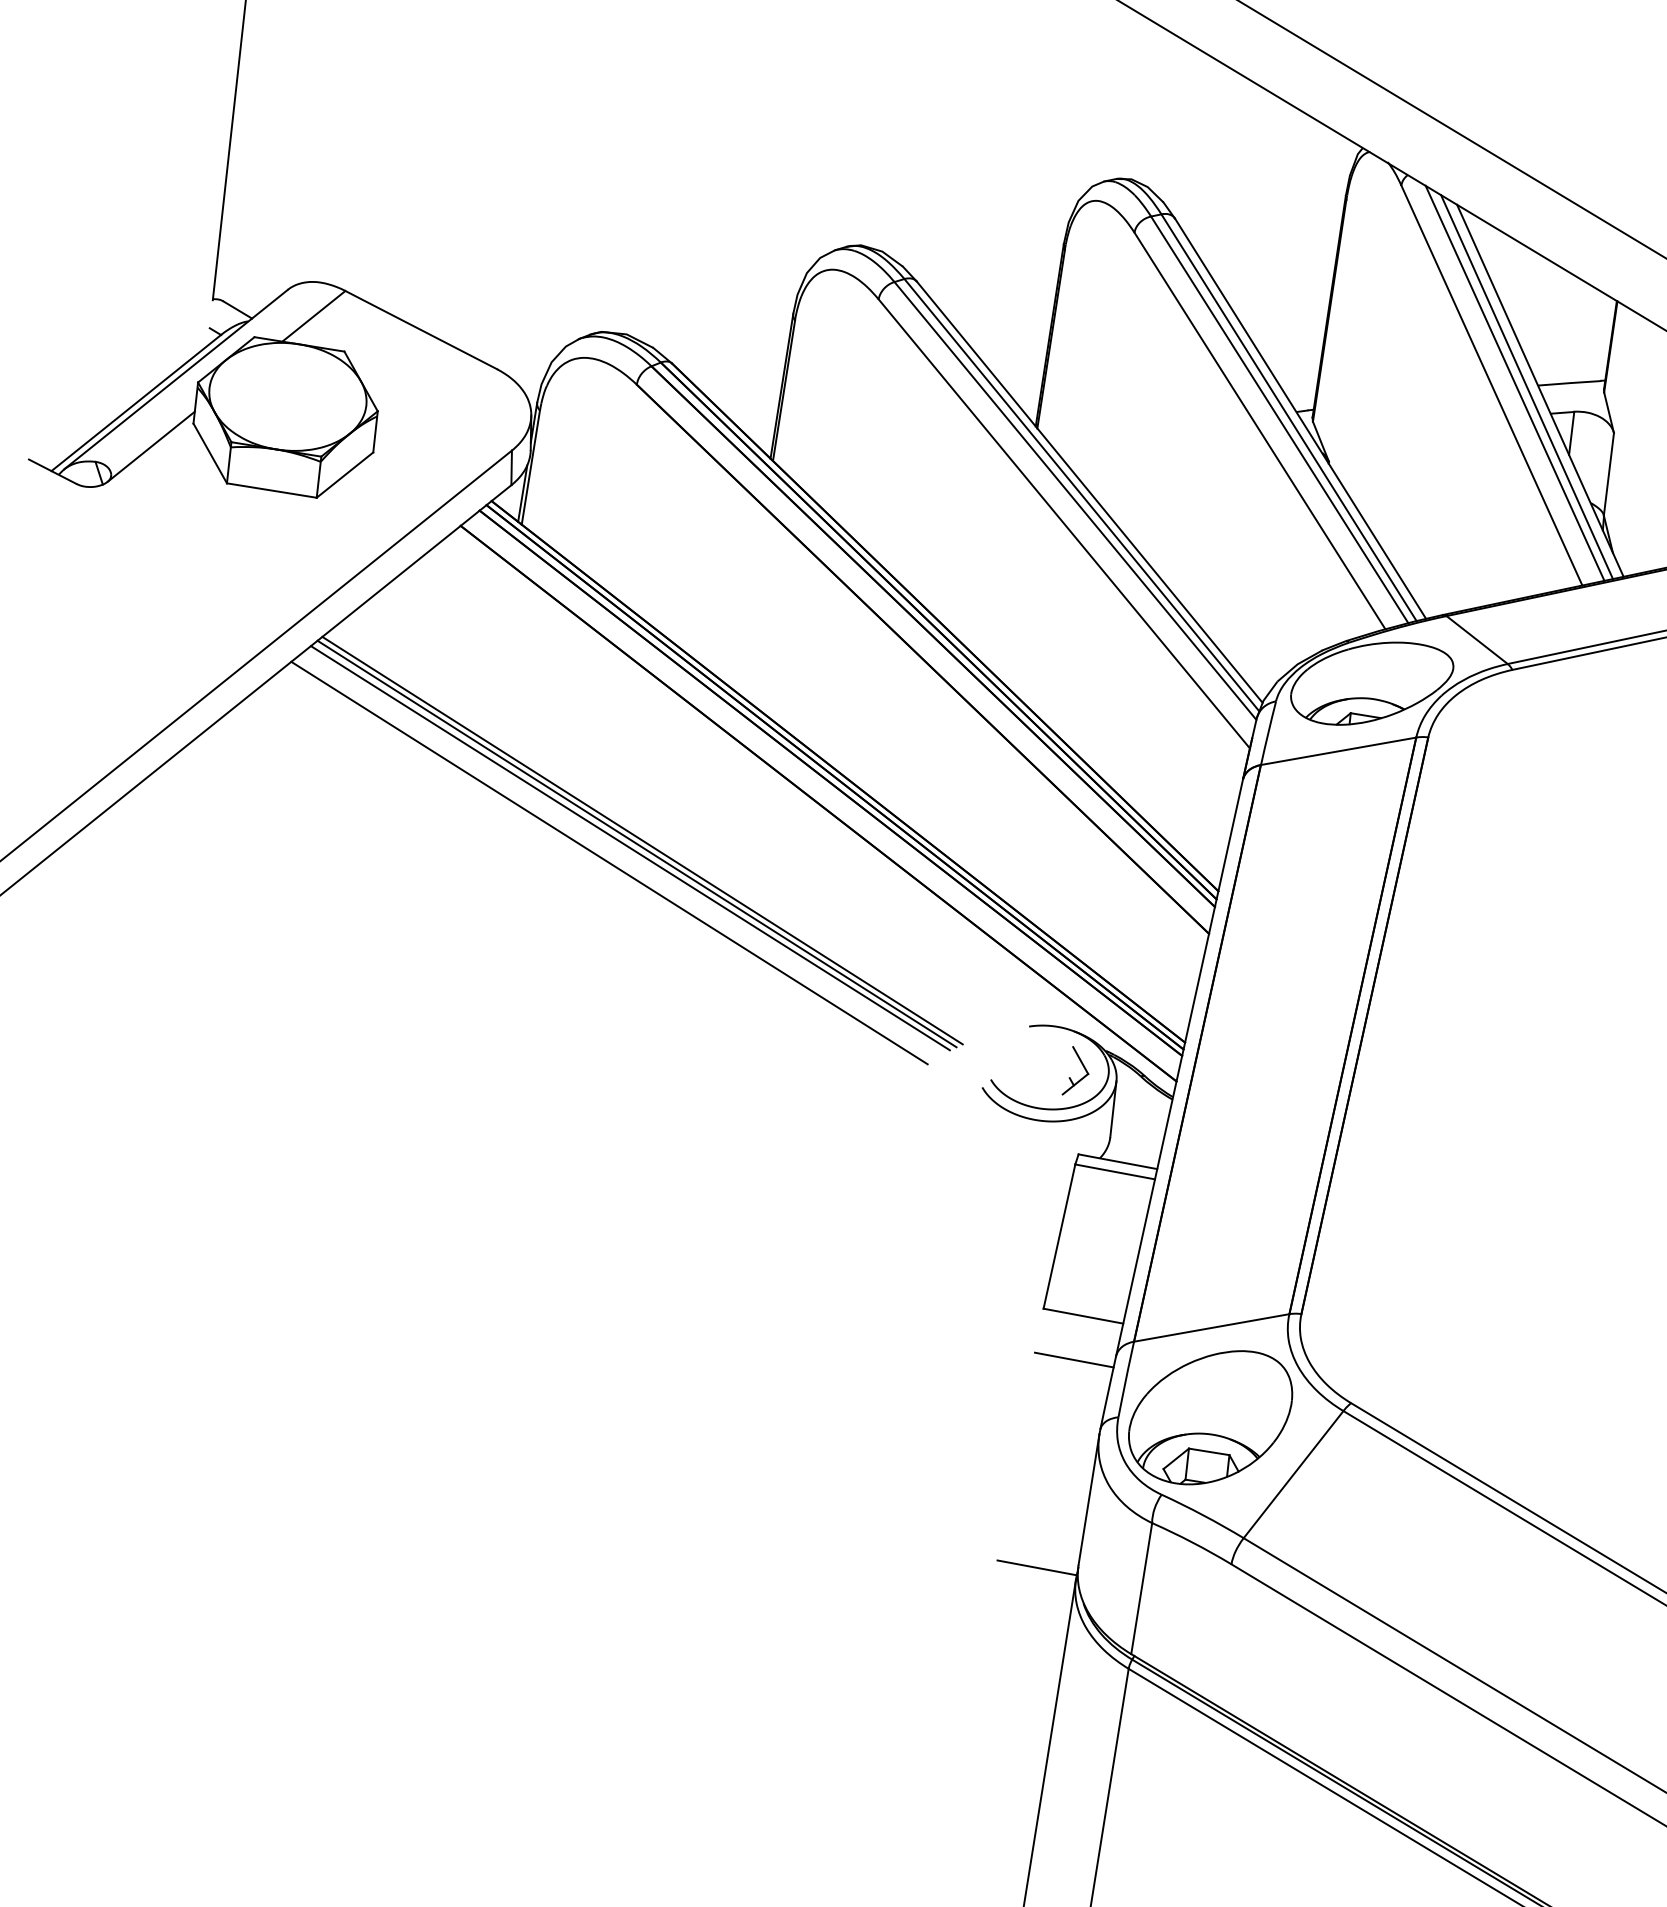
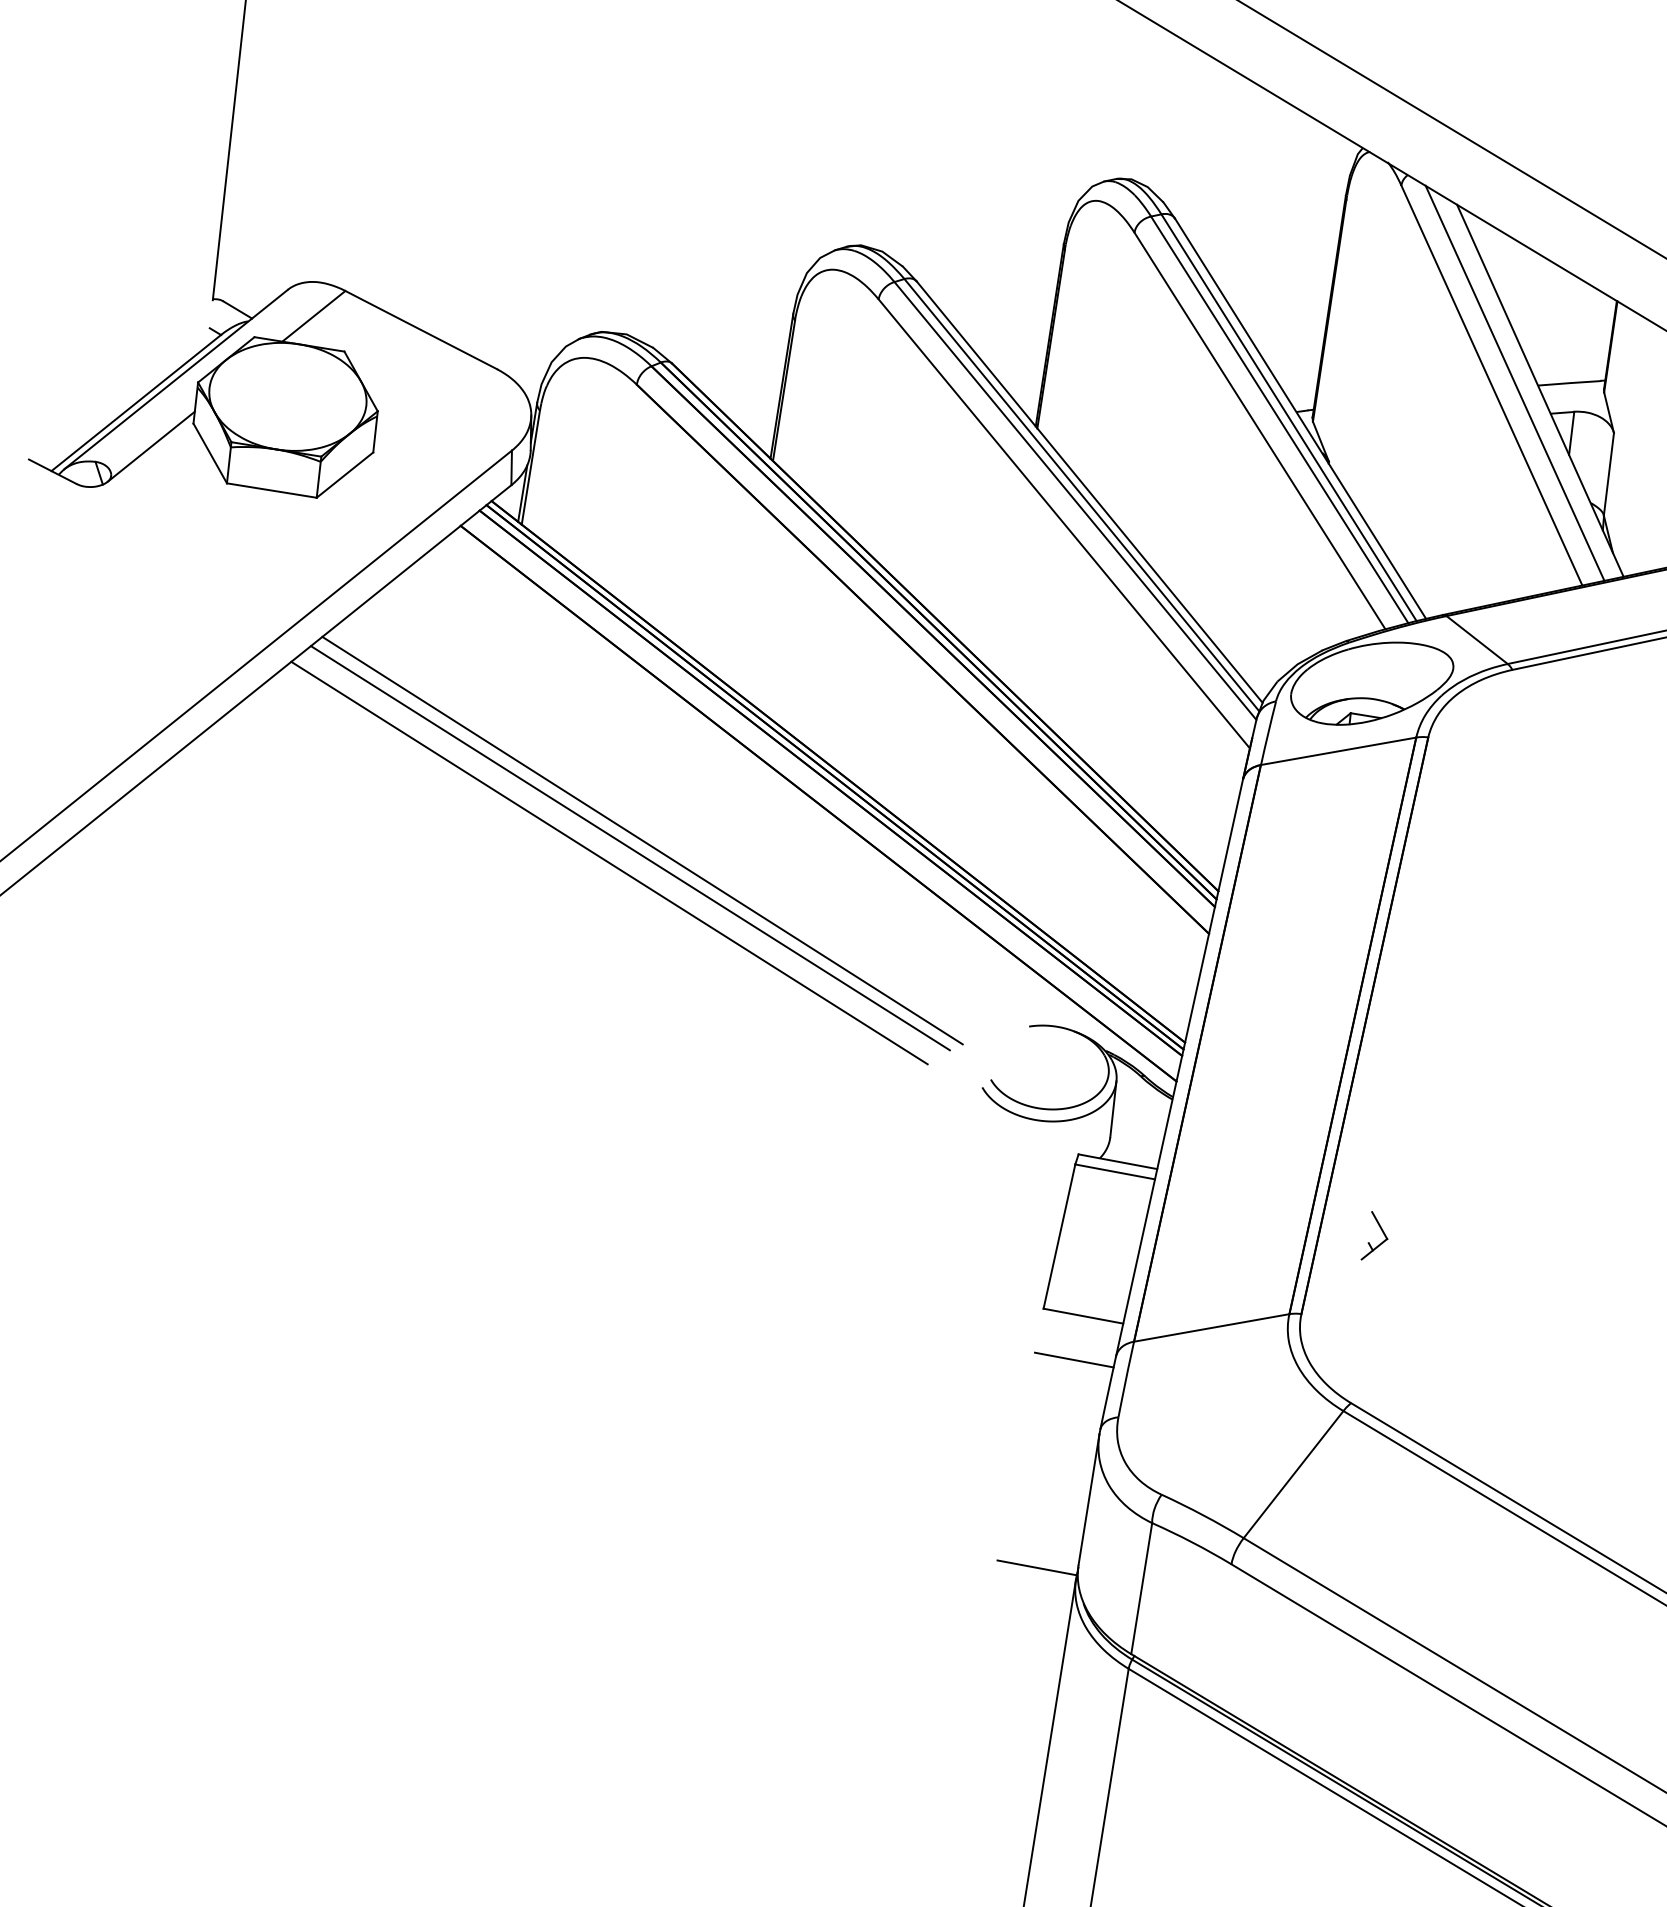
line at (1526, 387): present -> none
line at (636, 843): present -> none
part at (1082, 1066) position: (1082, 1066) -> (1381, 1231)
part at (1210, 1417): present -> none
